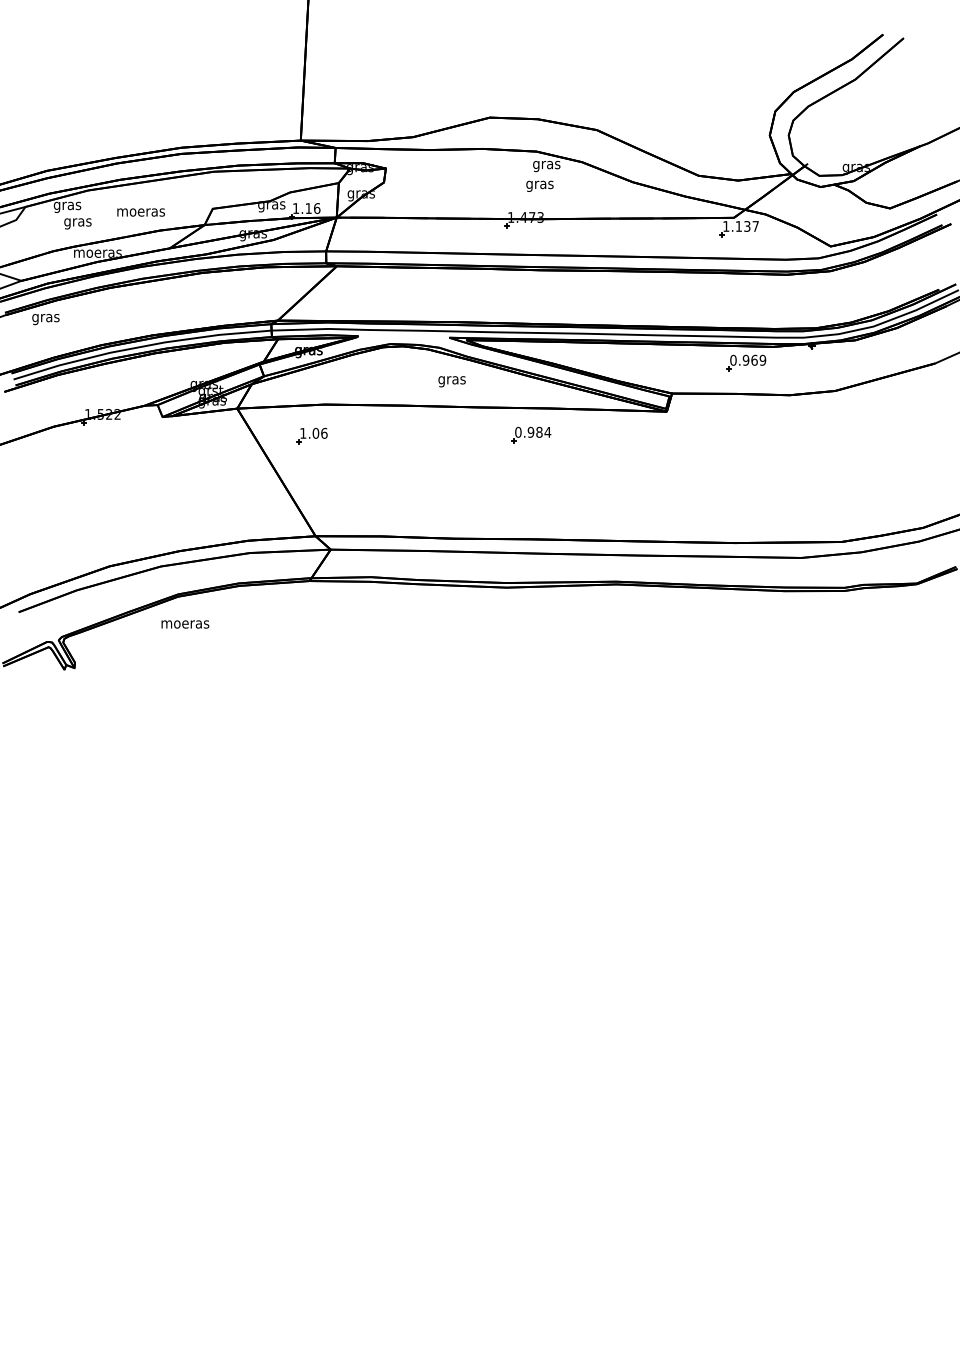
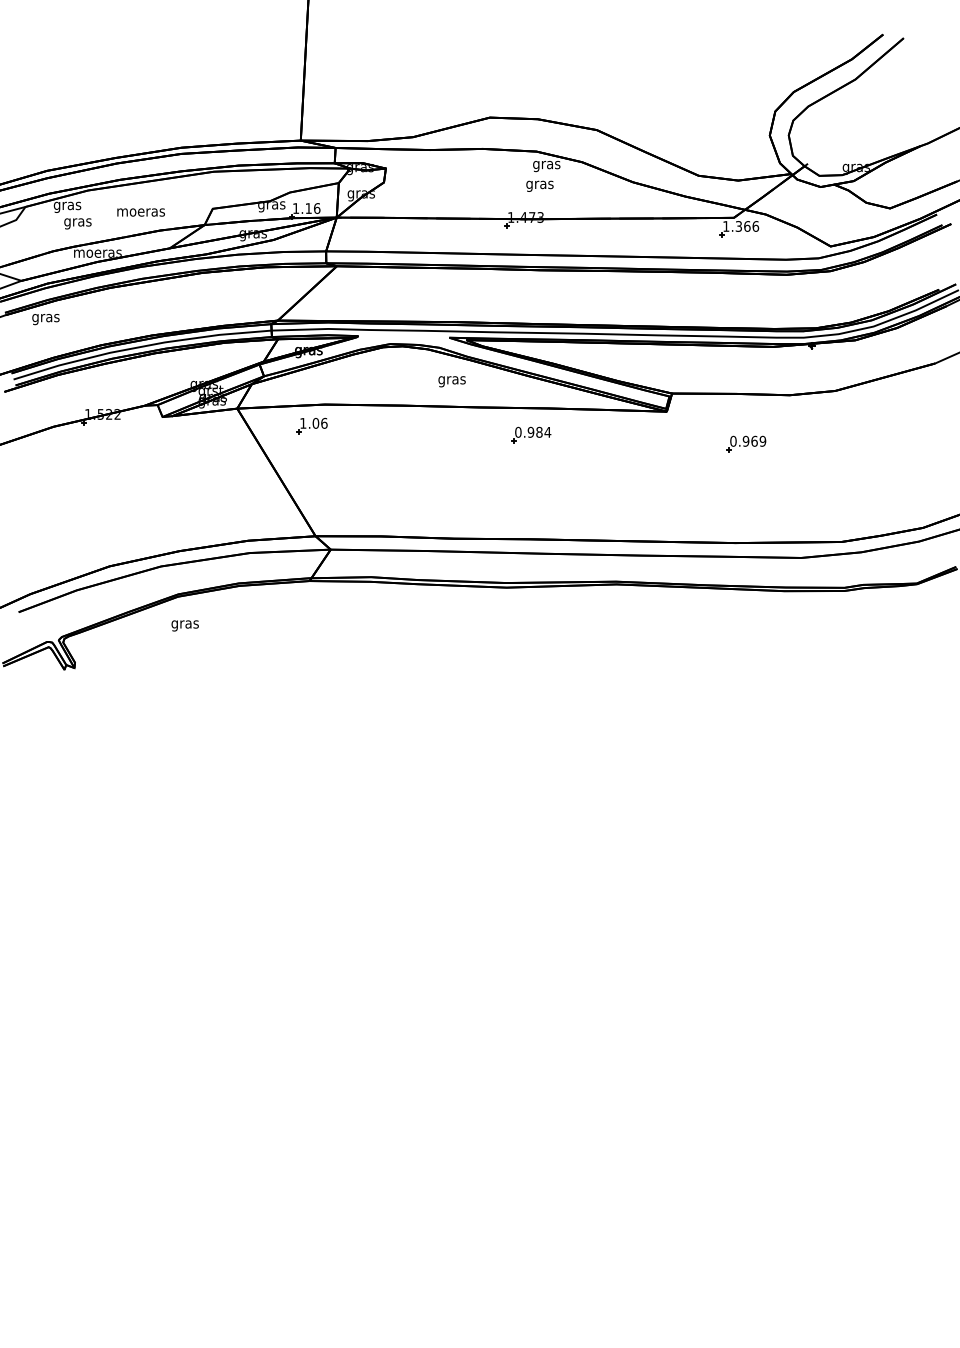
text at (747, 226): 1.137 -> 1.366
part at (746, 362) position: (746, 362) -> (746, 443)
part at (311, 435) position: (311, 435) -> (311, 425)
text at (185, 625): moeras -> gras
